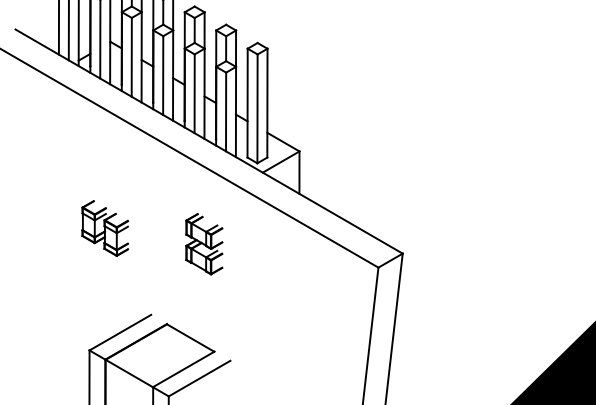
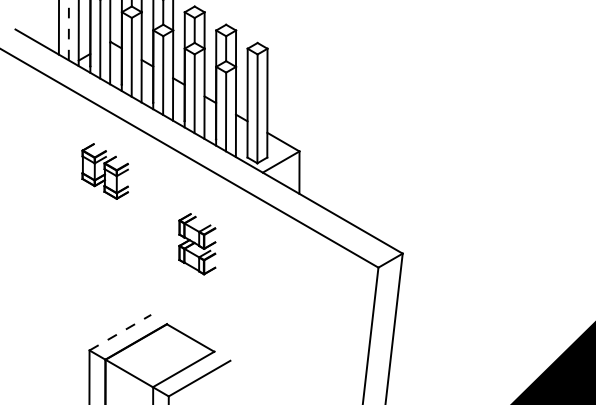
line at (68, 30): solid -> dashed
part at (104, 228) position: (104, 228) -> (104, 171)
part at (204, 244) position: (204, 244) -> (197, 244)
line at (120, 332): solid -> dashed
